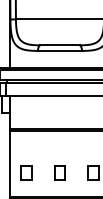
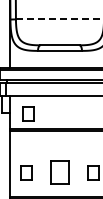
line at (59, 19): solid -> dashed
part at (28, 113): none -> present
part at (59, 172) size: 12x16 px -> 20x25 px
